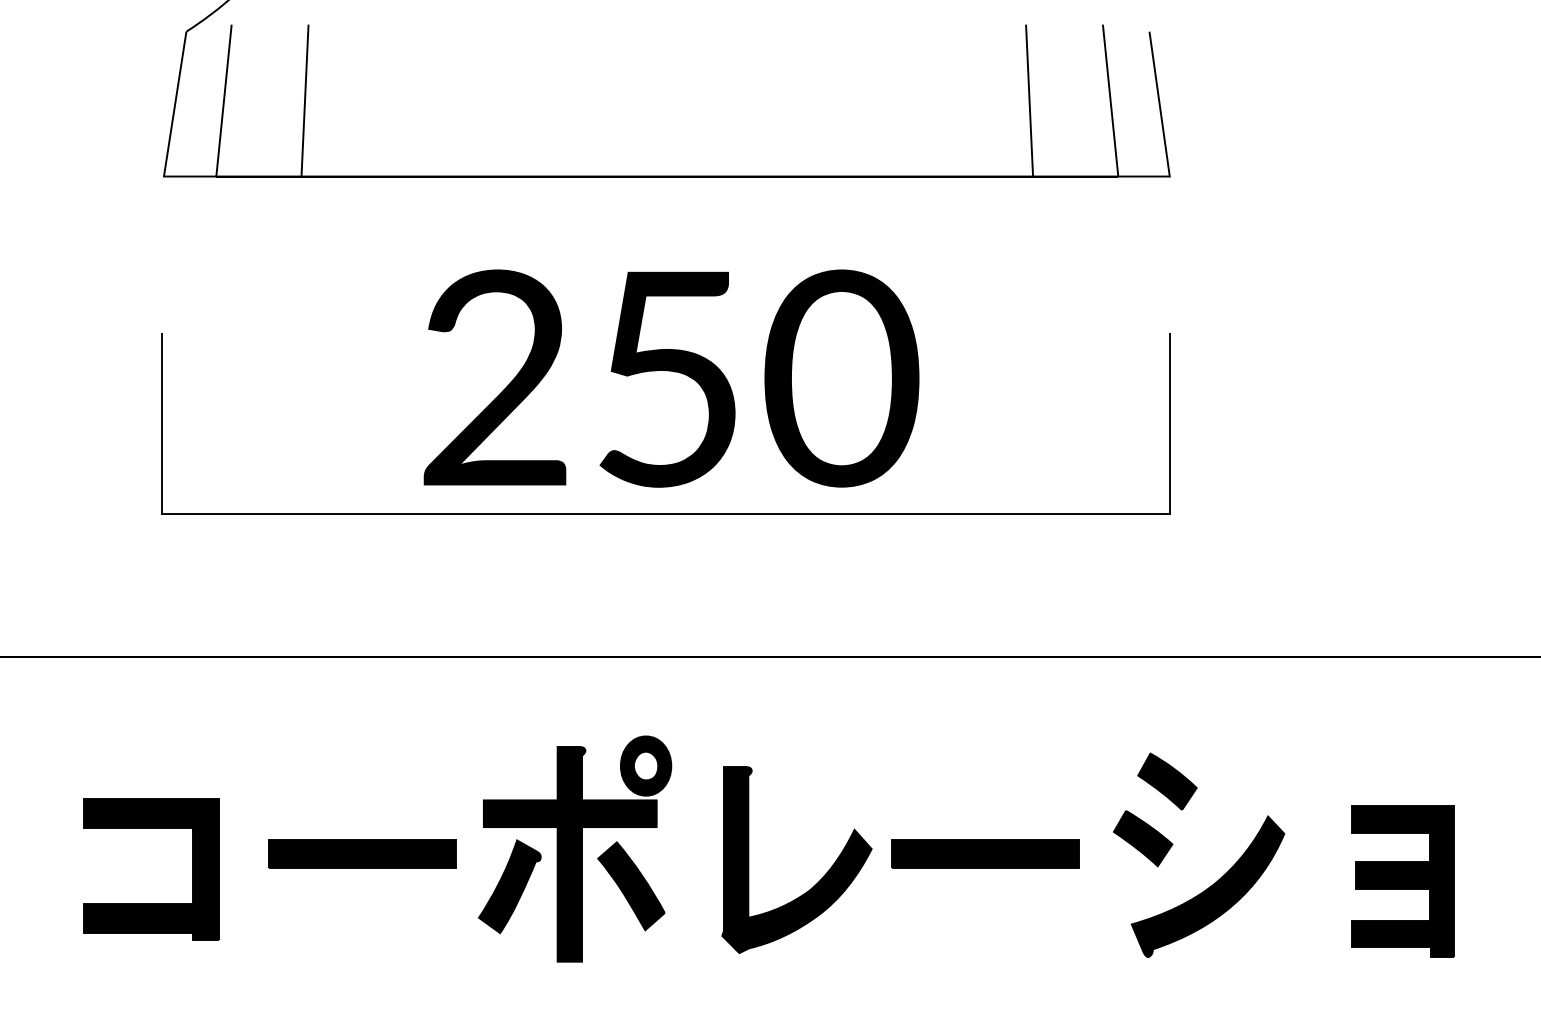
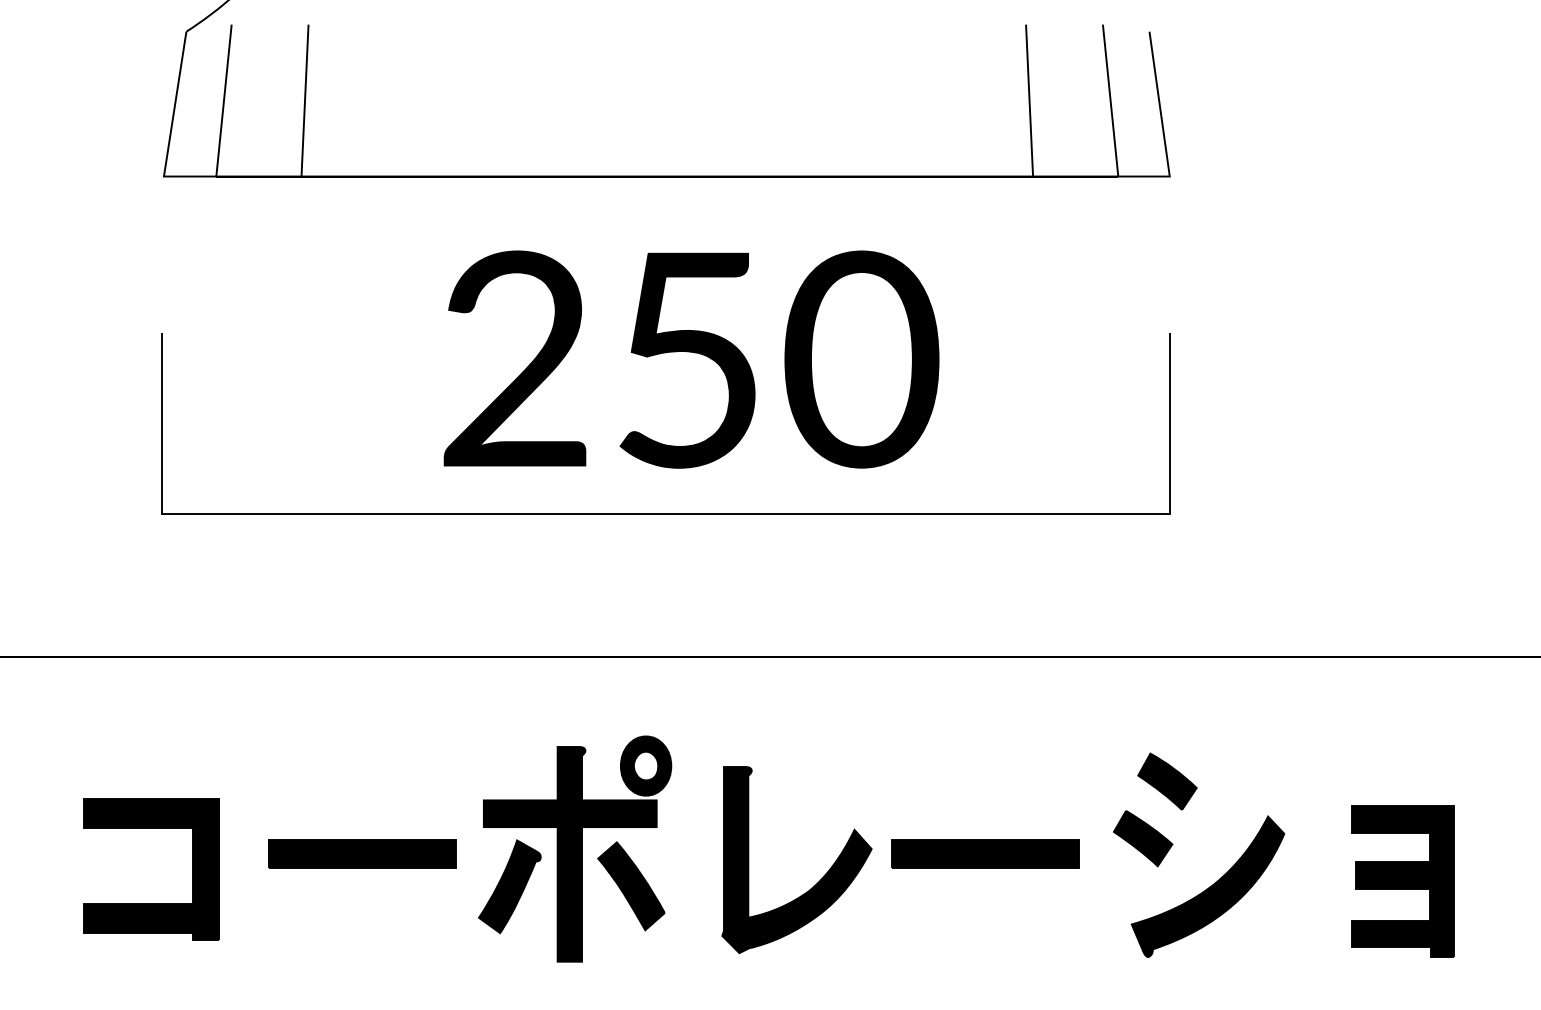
text at (671, 378) position: (671, 378) -> (691, 359)
